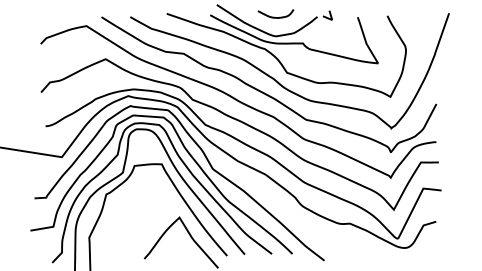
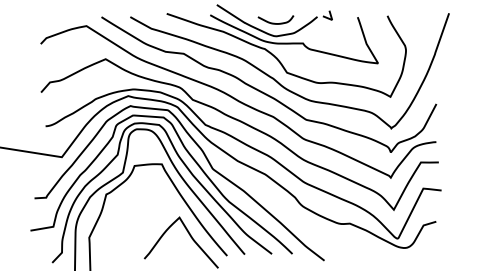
curve at (274, 16) position: (274, 16) -> (274, 22)
